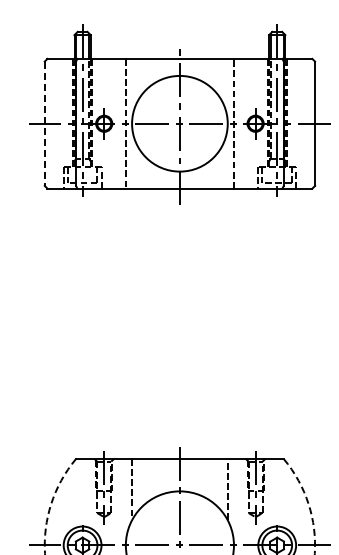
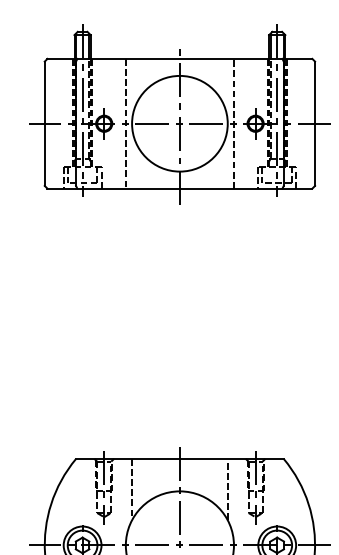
line at (44, 124): dashed -> solid
arc at (314, 554): dashed -> solid
